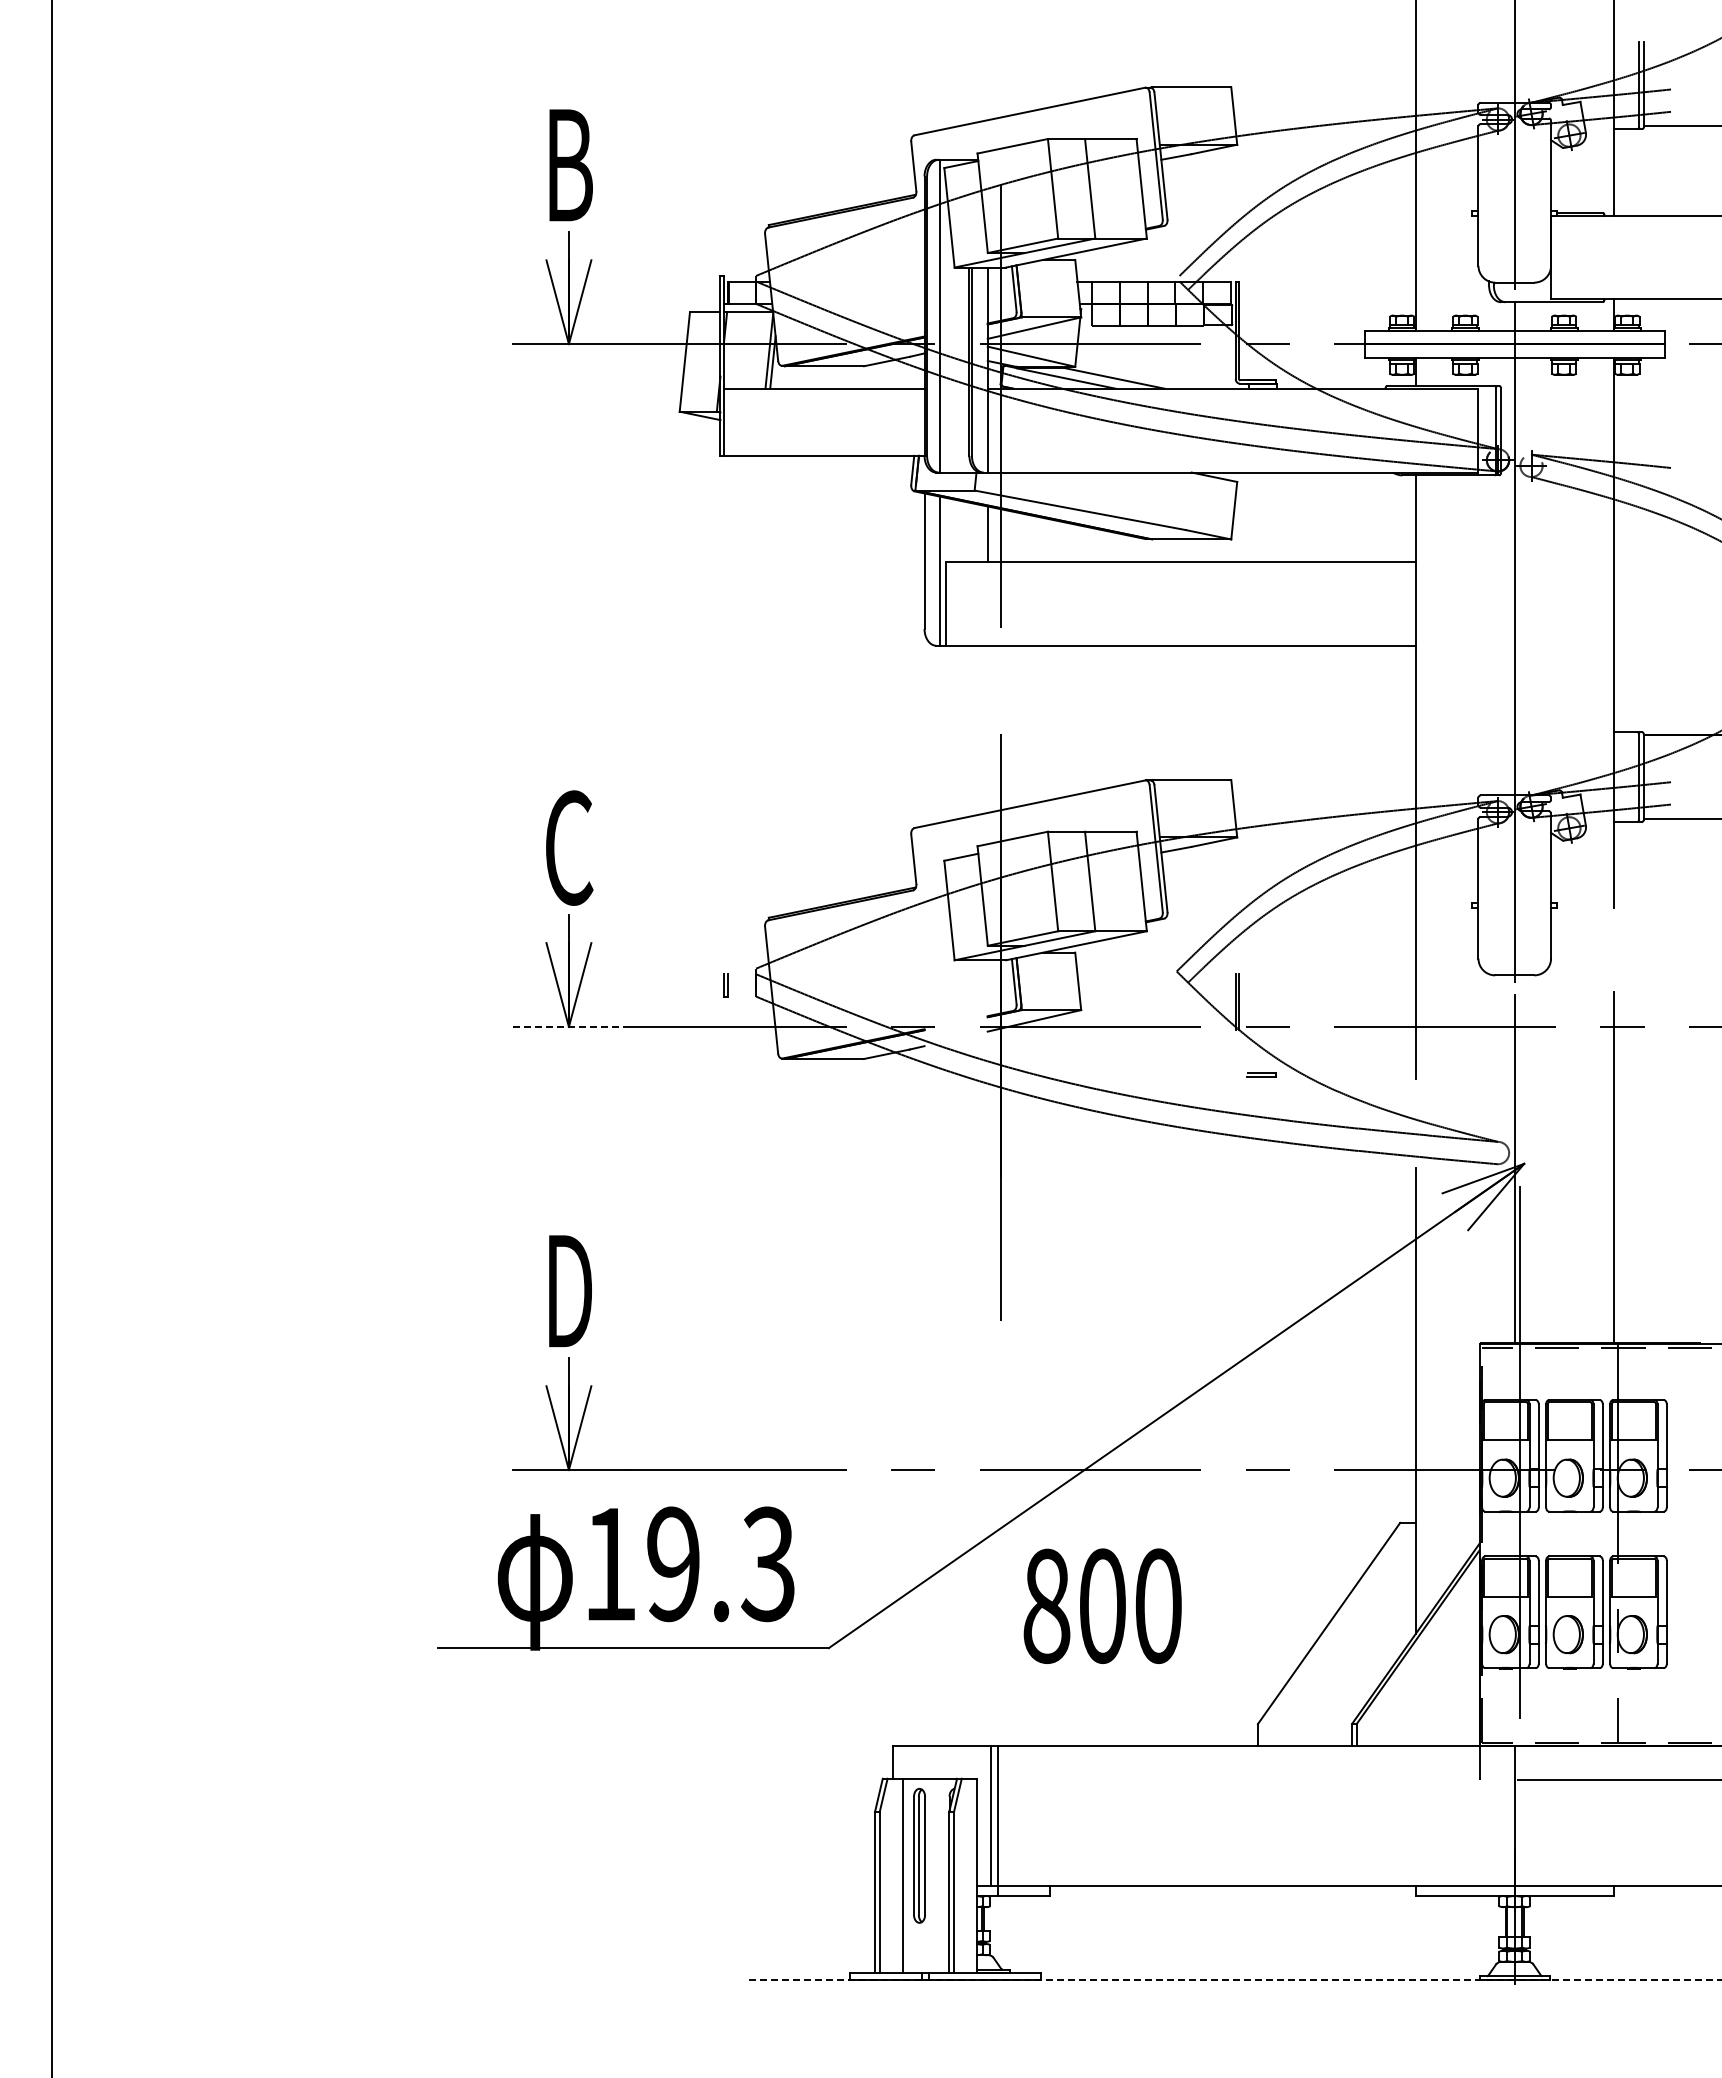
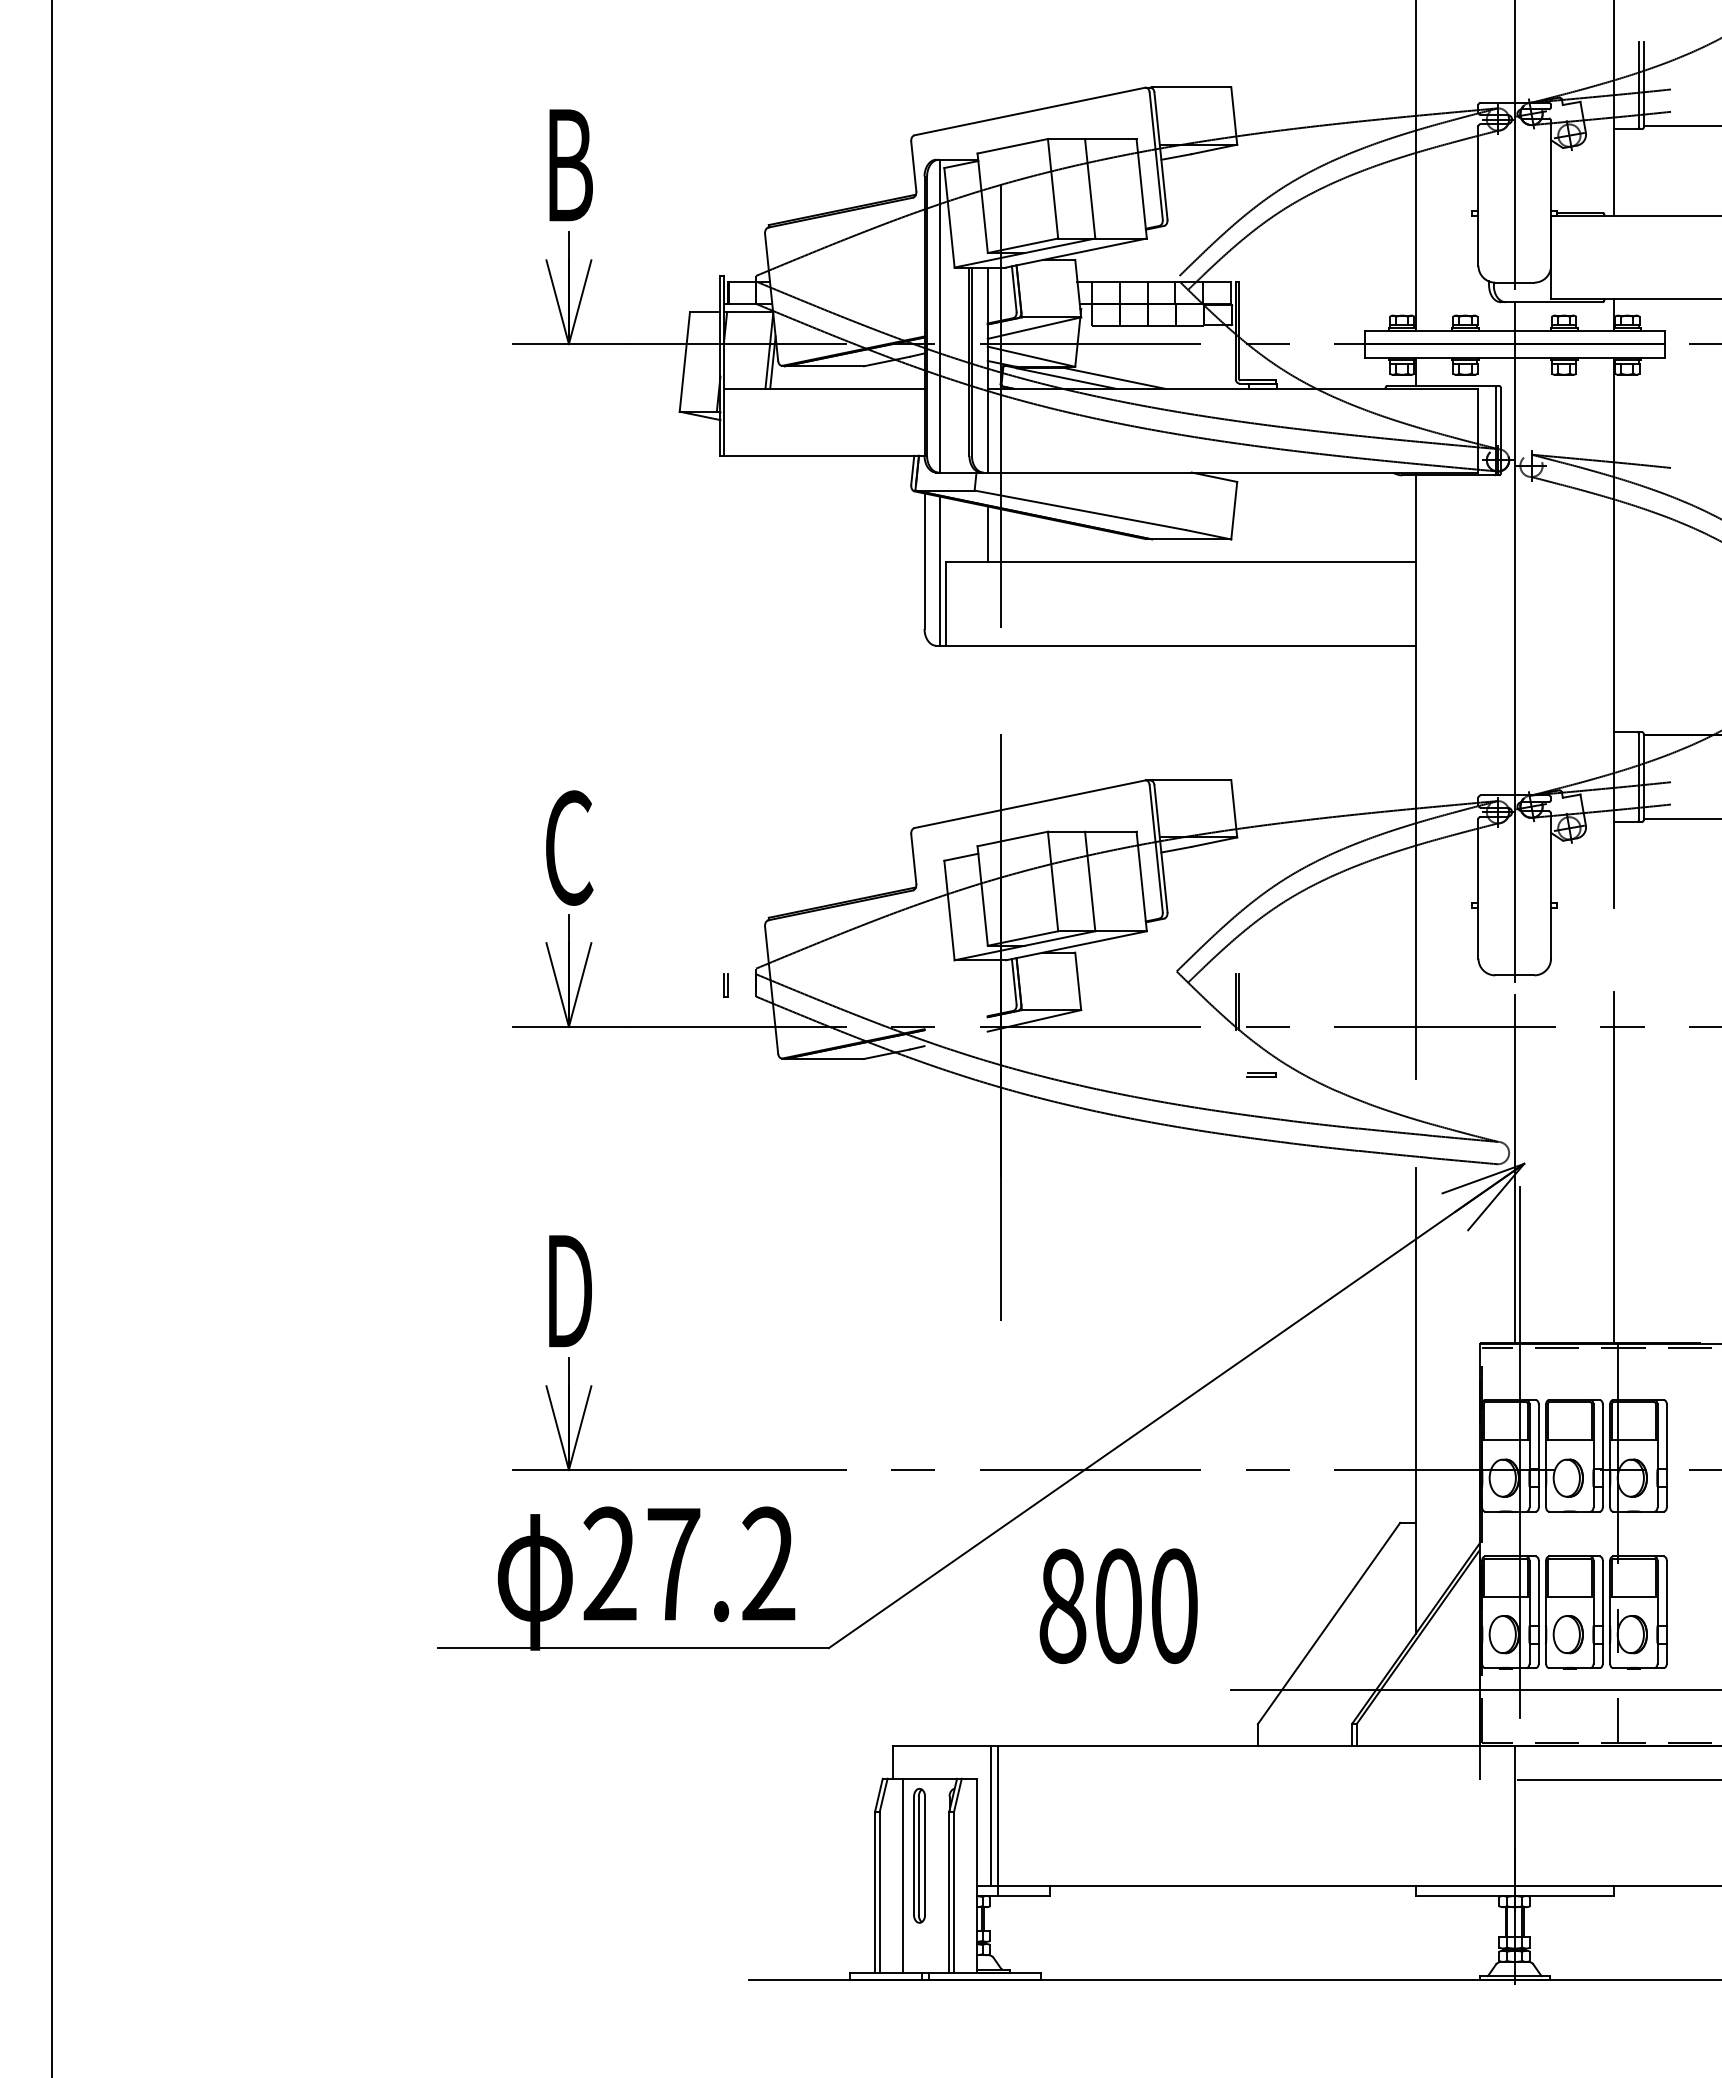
line at (568, 1026): dashed -> solid
text at (689, 1564): 19.3 -> 27.2
text at (1102, 1605) position: (1102, 1605) -> (1118, 1605)
line at (1474, 1690): none -> present
line at (1235, 1979): dashed -> solid
